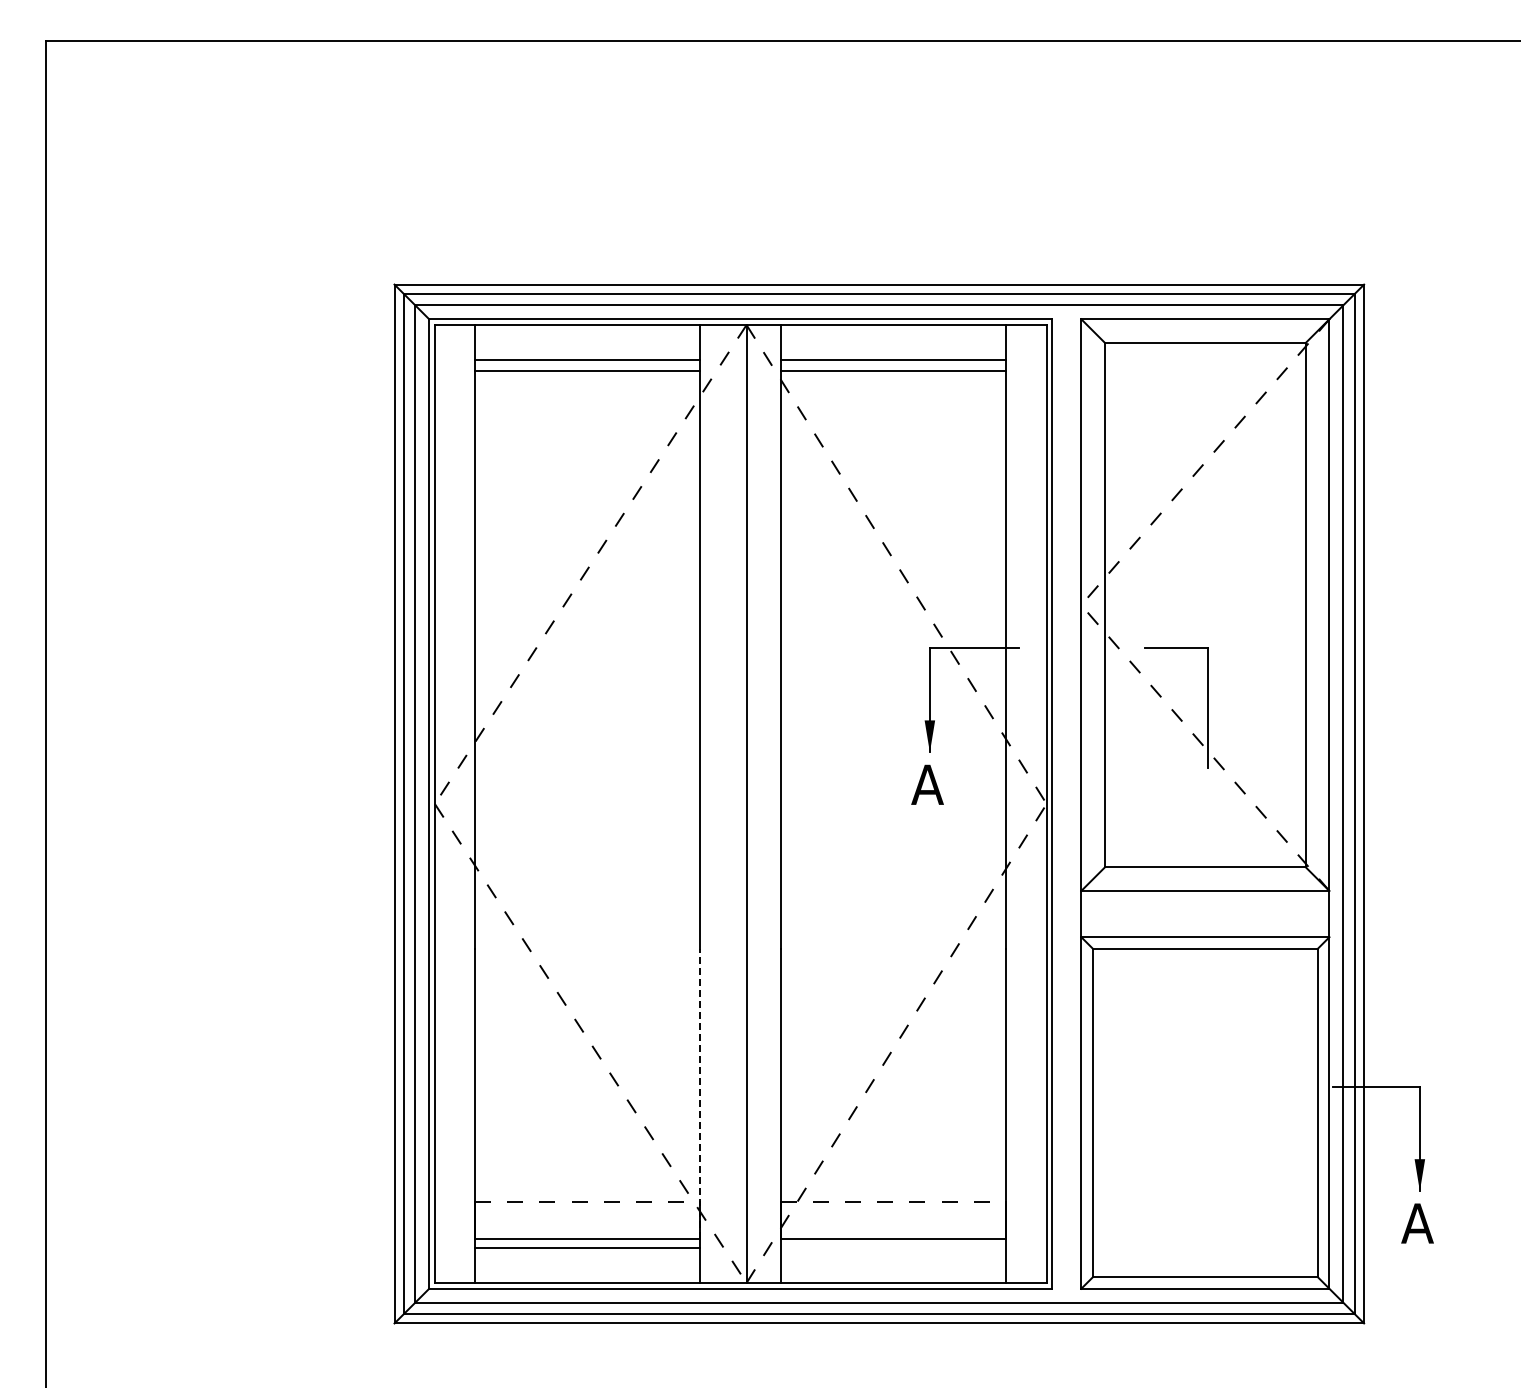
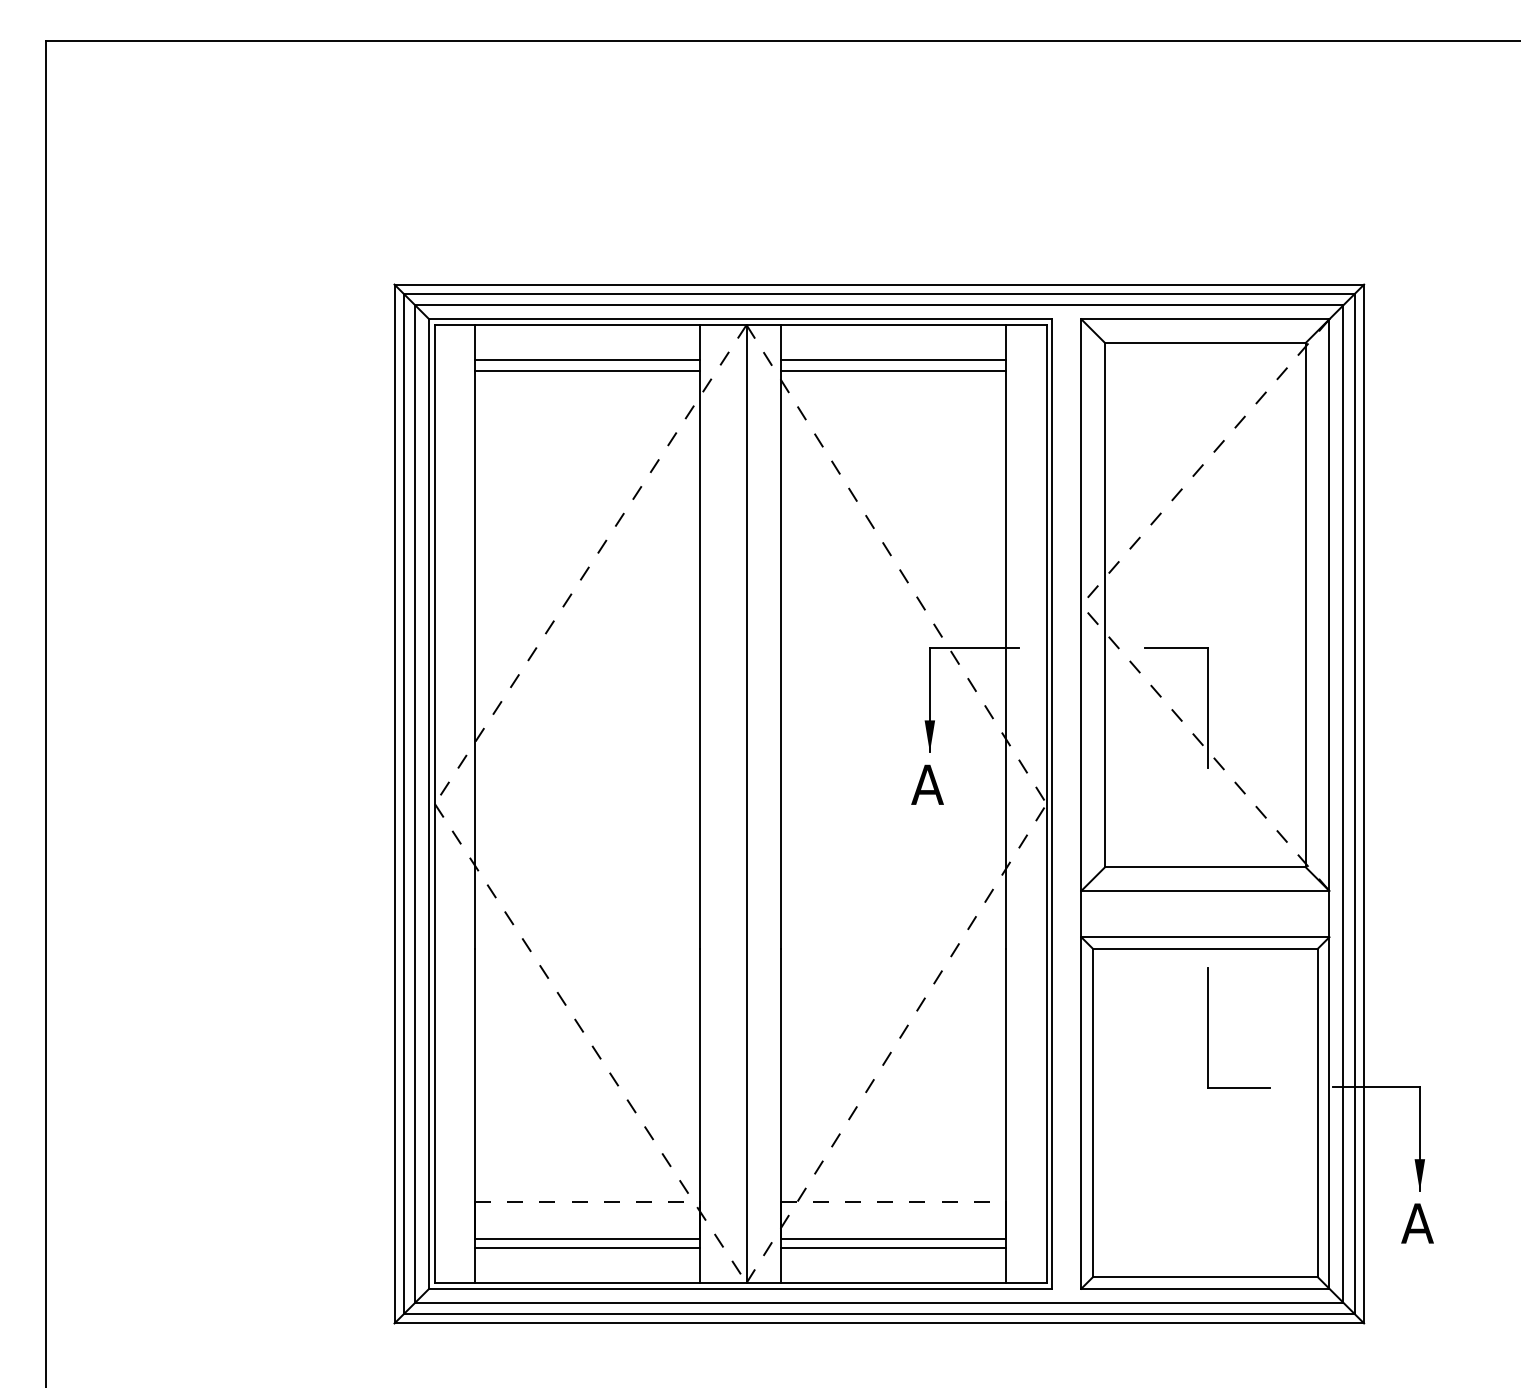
part at (1208, 1027): none -> present
line at (700, 1093): dashed -> solid
line at (893, 1248): none -> present
